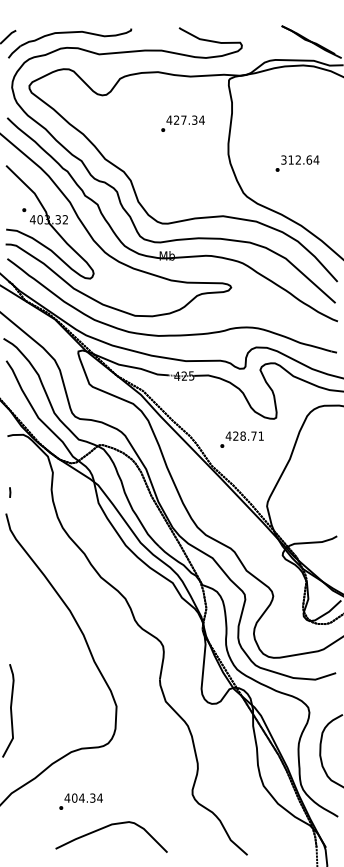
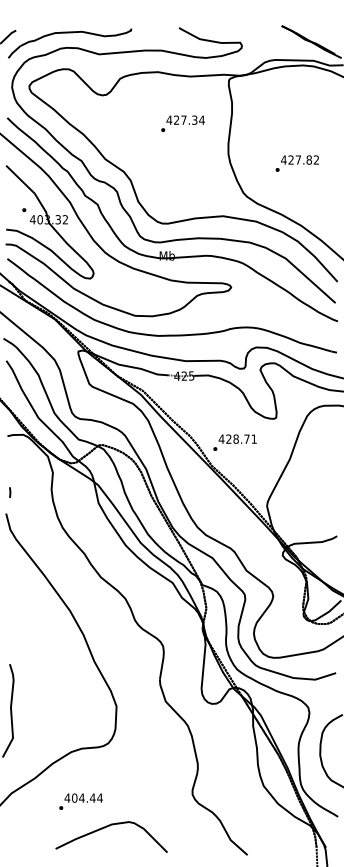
text at (300, 159): 312.64 -> 427.82
text at (241, 439) position: (241, 439) -> (234, 442)
text at (92, 797): 404.34 -> 404.44
